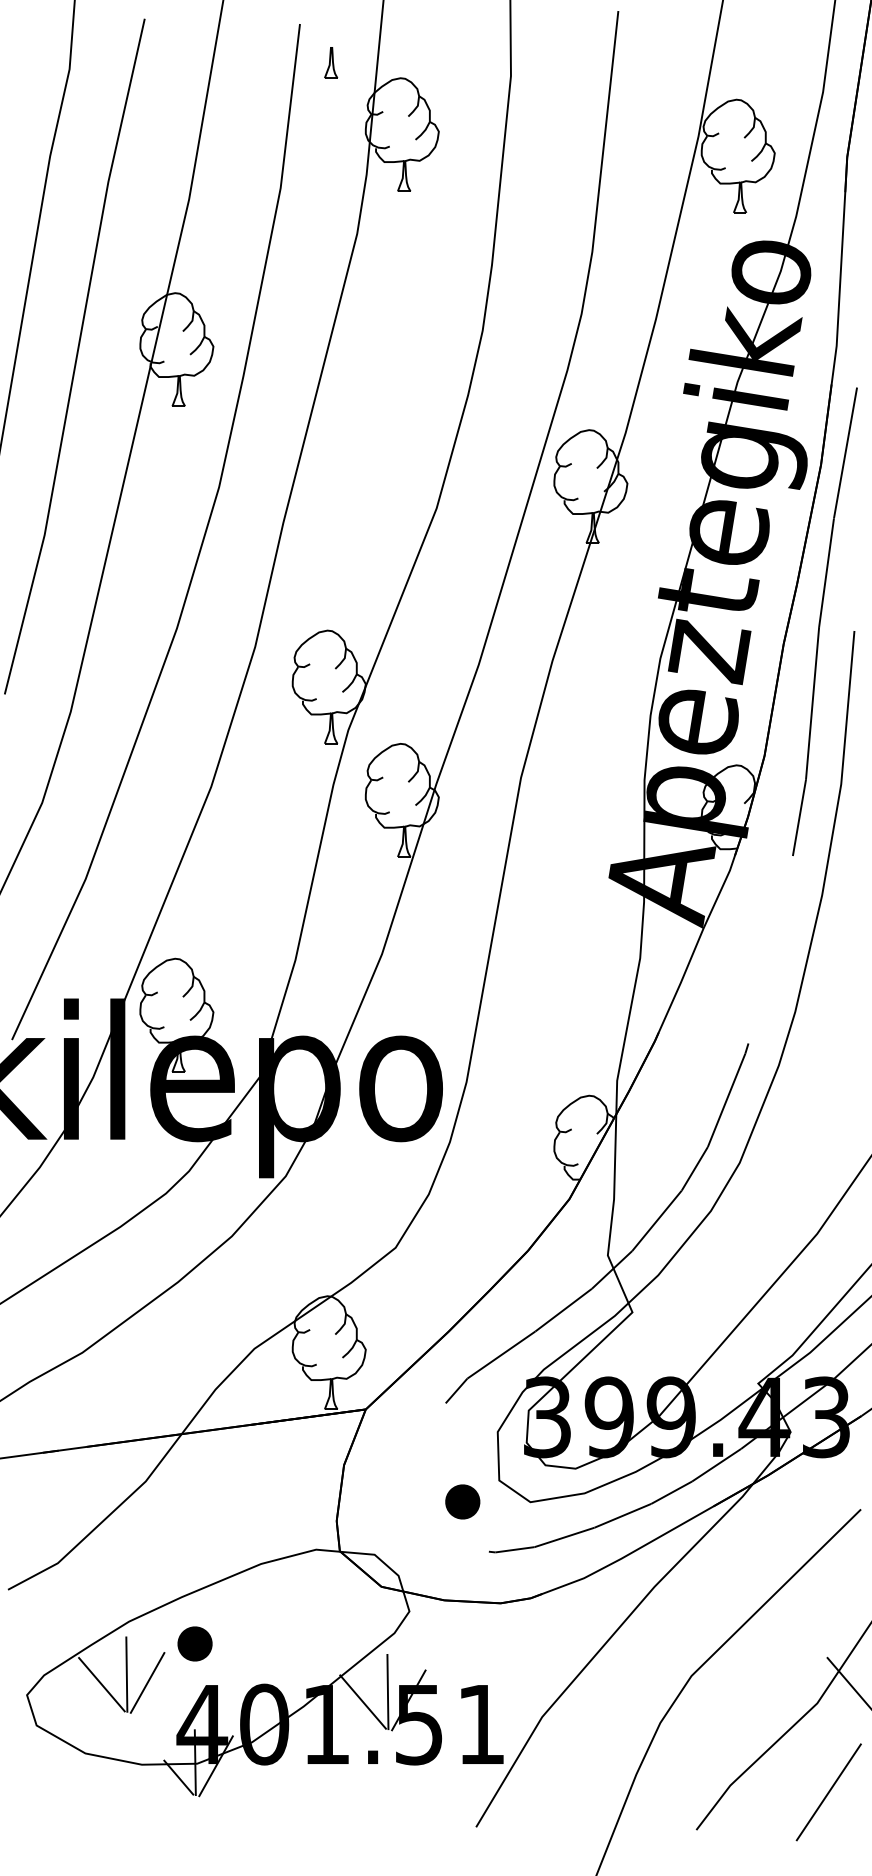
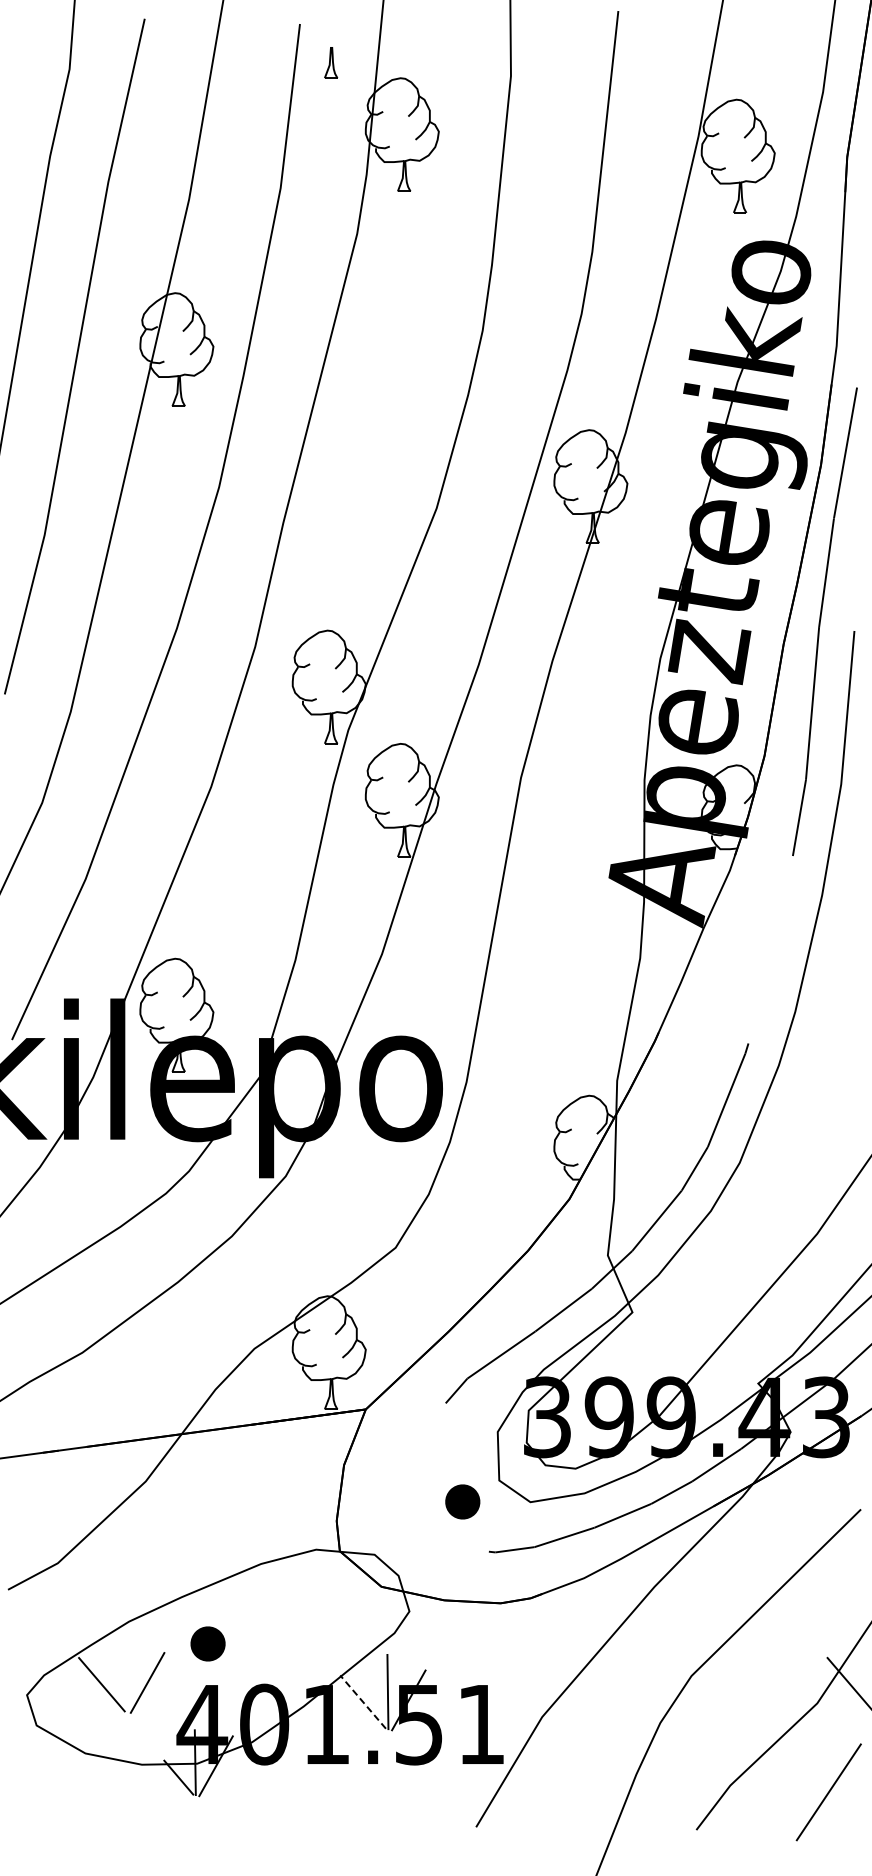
part at (194, 1643) position: (194, 1643) -> (207, 1643)
line at (126, 1674): present -> none
line at (362, 1701): solid -> dashed
